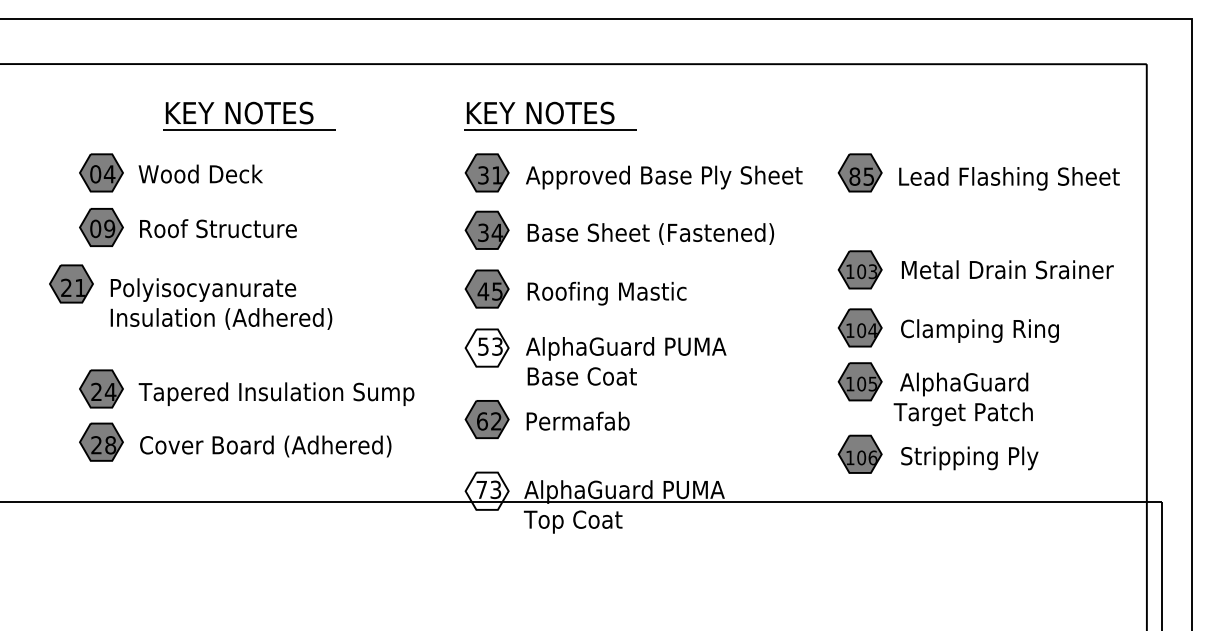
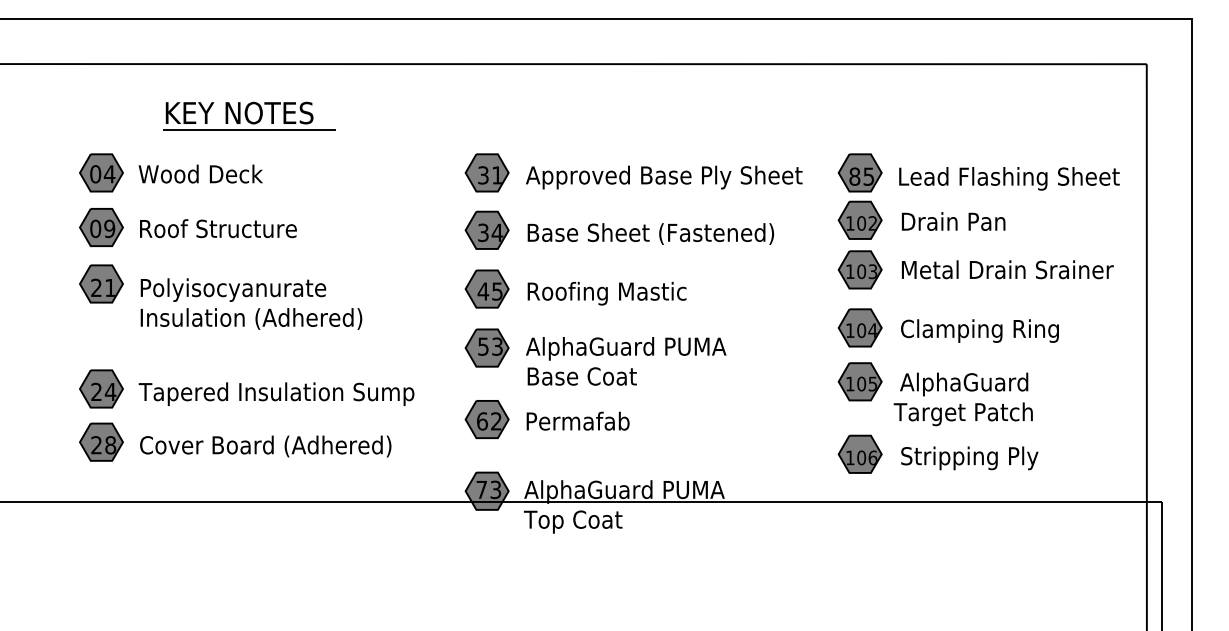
part at (550, 115): present -> none
part at (921, 219): none -> present
part at (190, 296) position: (190, 296) -> (220, 296)
fill at (486, 347): none -> present
fill at (486, 490): none -> present
